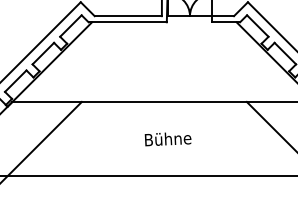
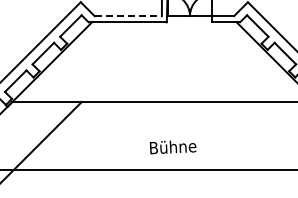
line at (128, 16): solid -> dashed
line at (270, 125): present -> none
text at (167, 139) position: (167, 139) -> (172, 147)
line at (148, 175) position: (148, 175) -> (148, 169)
